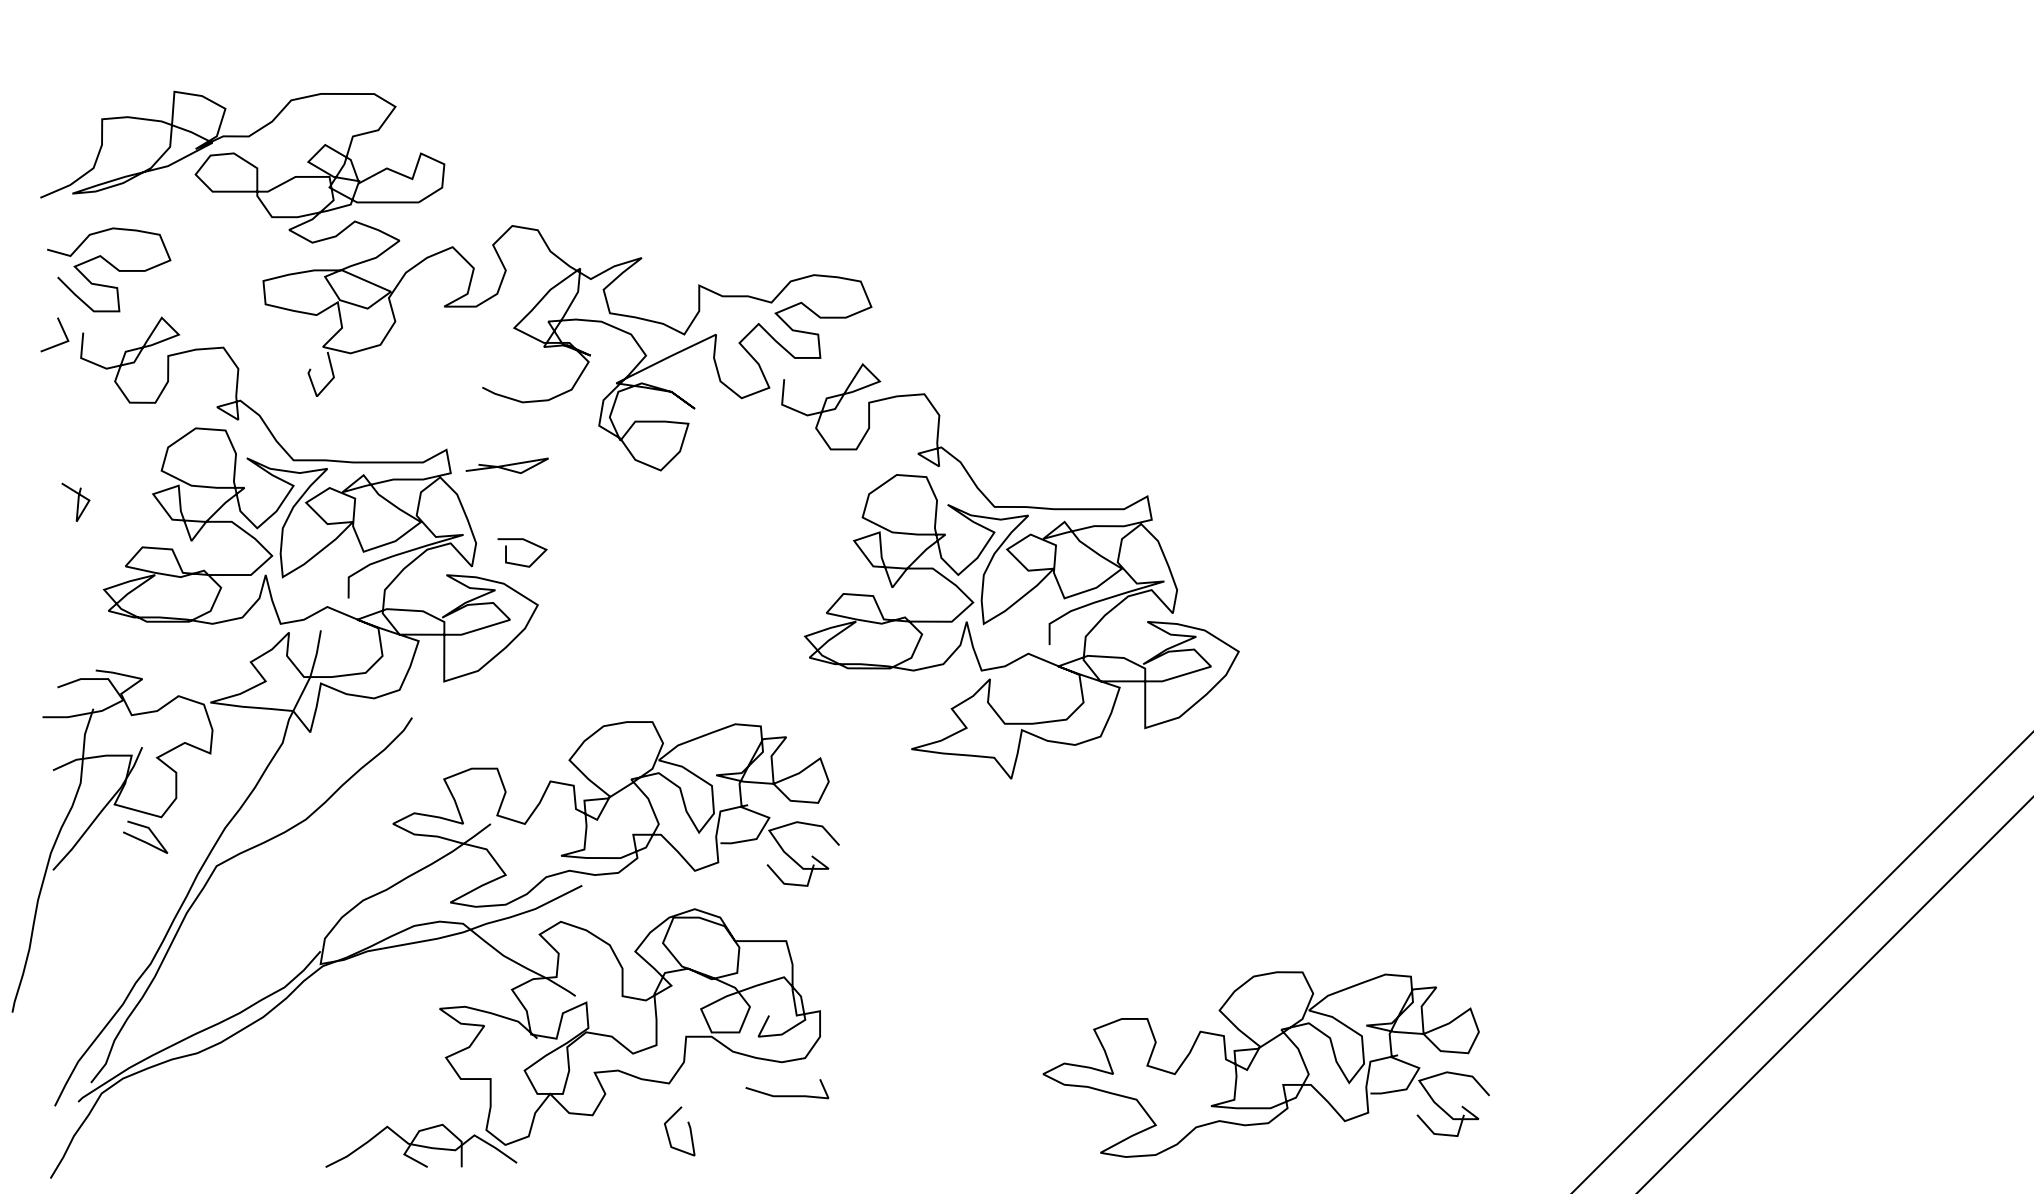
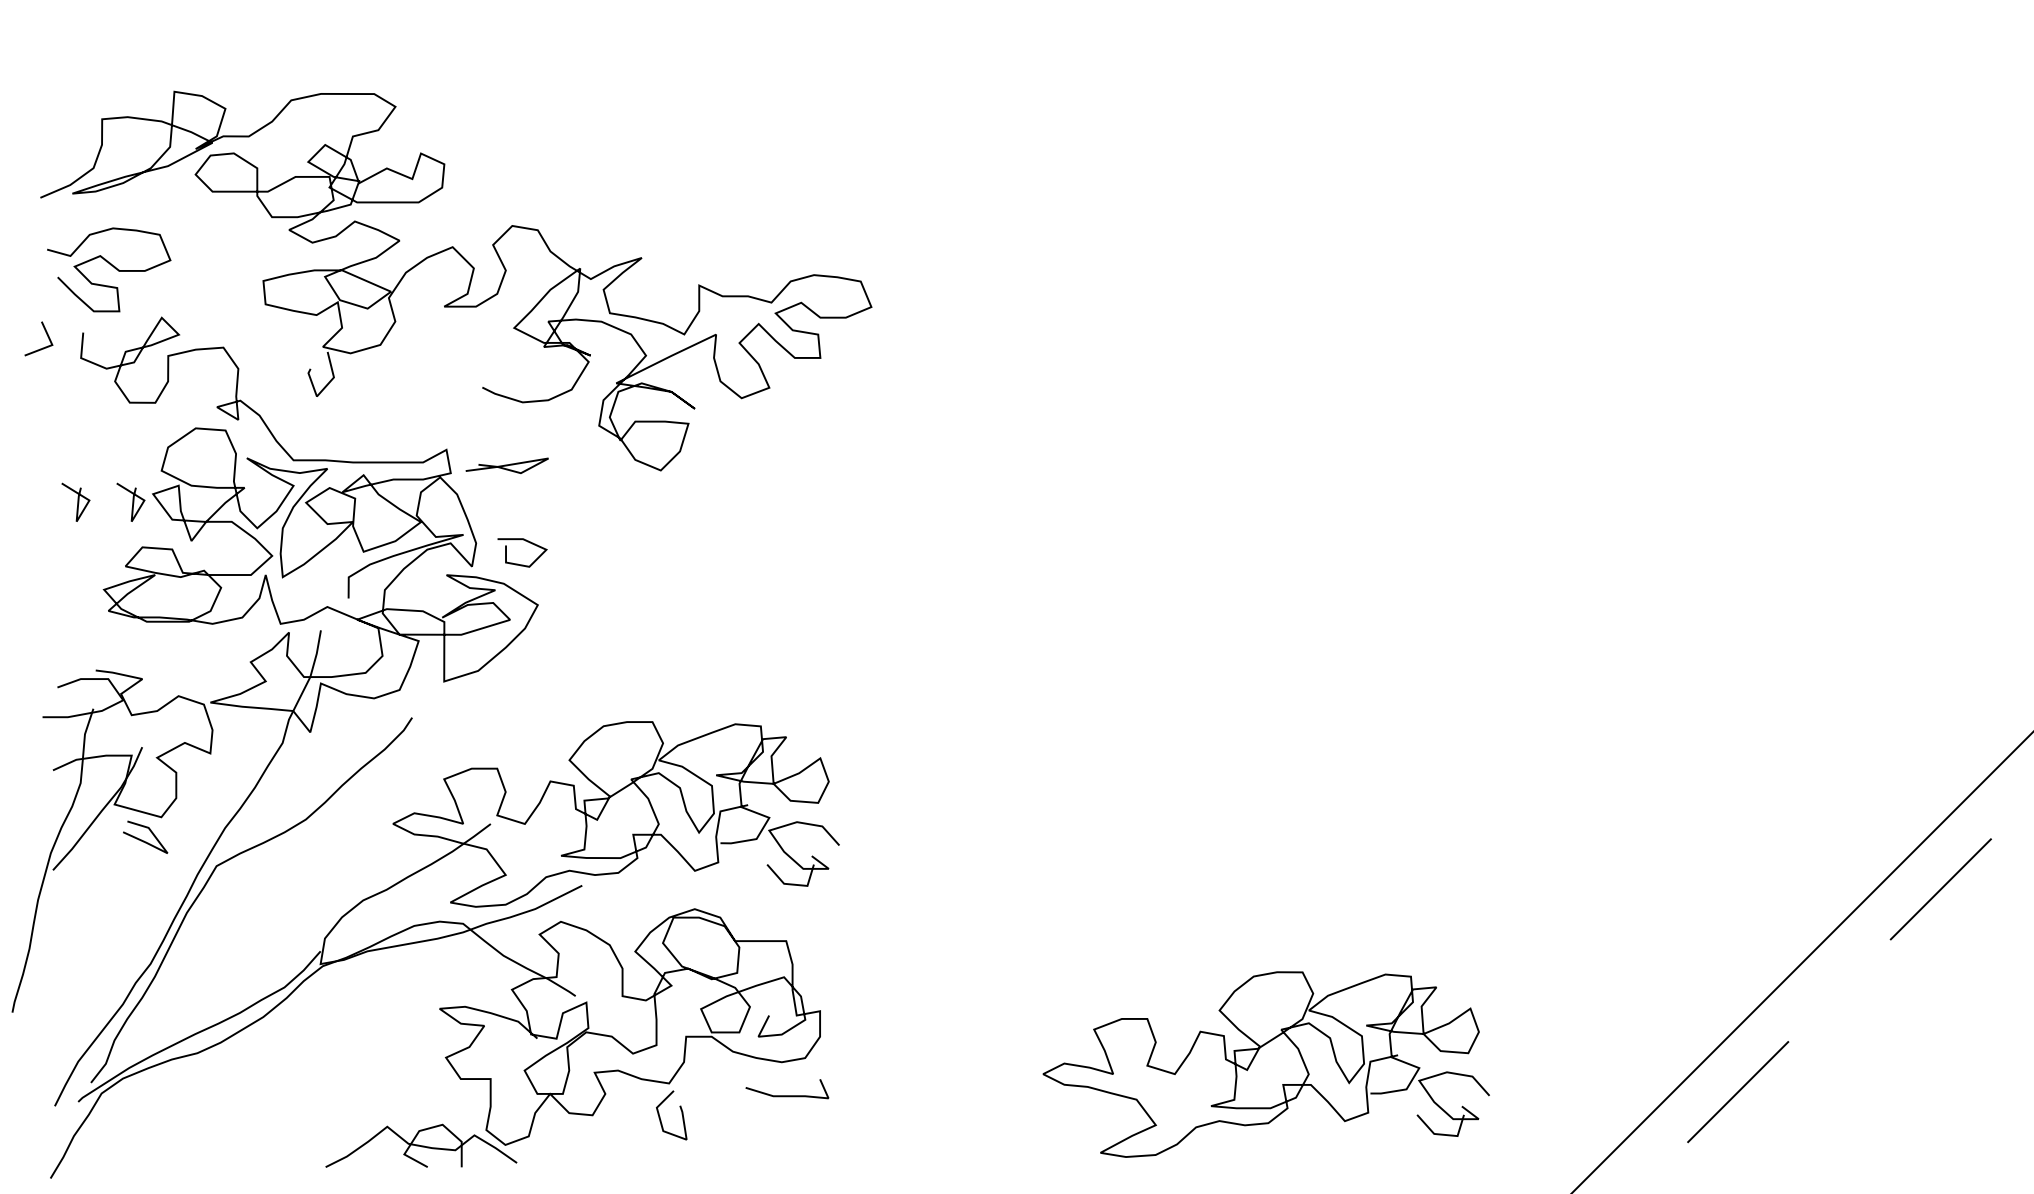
line at (62, 330) position: (62, 330) -> (46, 334)
line at (132, 501): none -> present
curve at (1018, 562): present -> none
line at (1835, 995): solid -> dashed
curve at (689, 1130) position: (689, 1130) -> (681, 1114)
